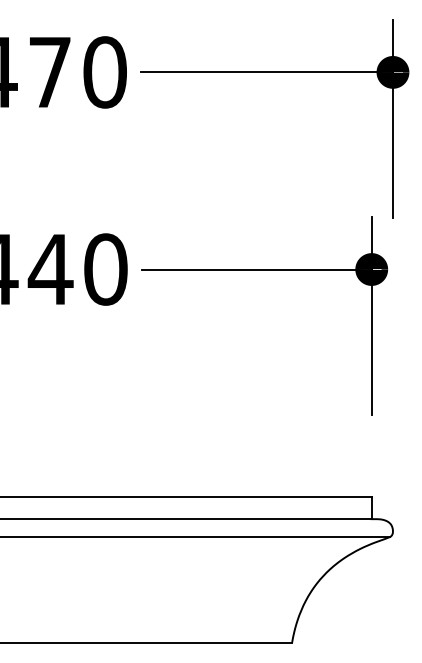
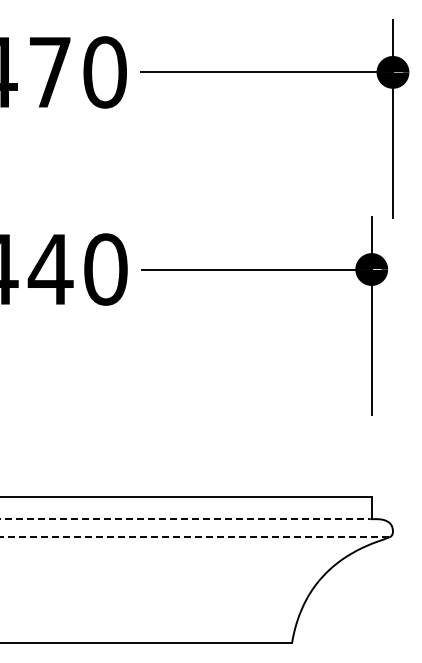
line at (185, 519): solid -> dashed
line at (195, 537): solid -> dashed
